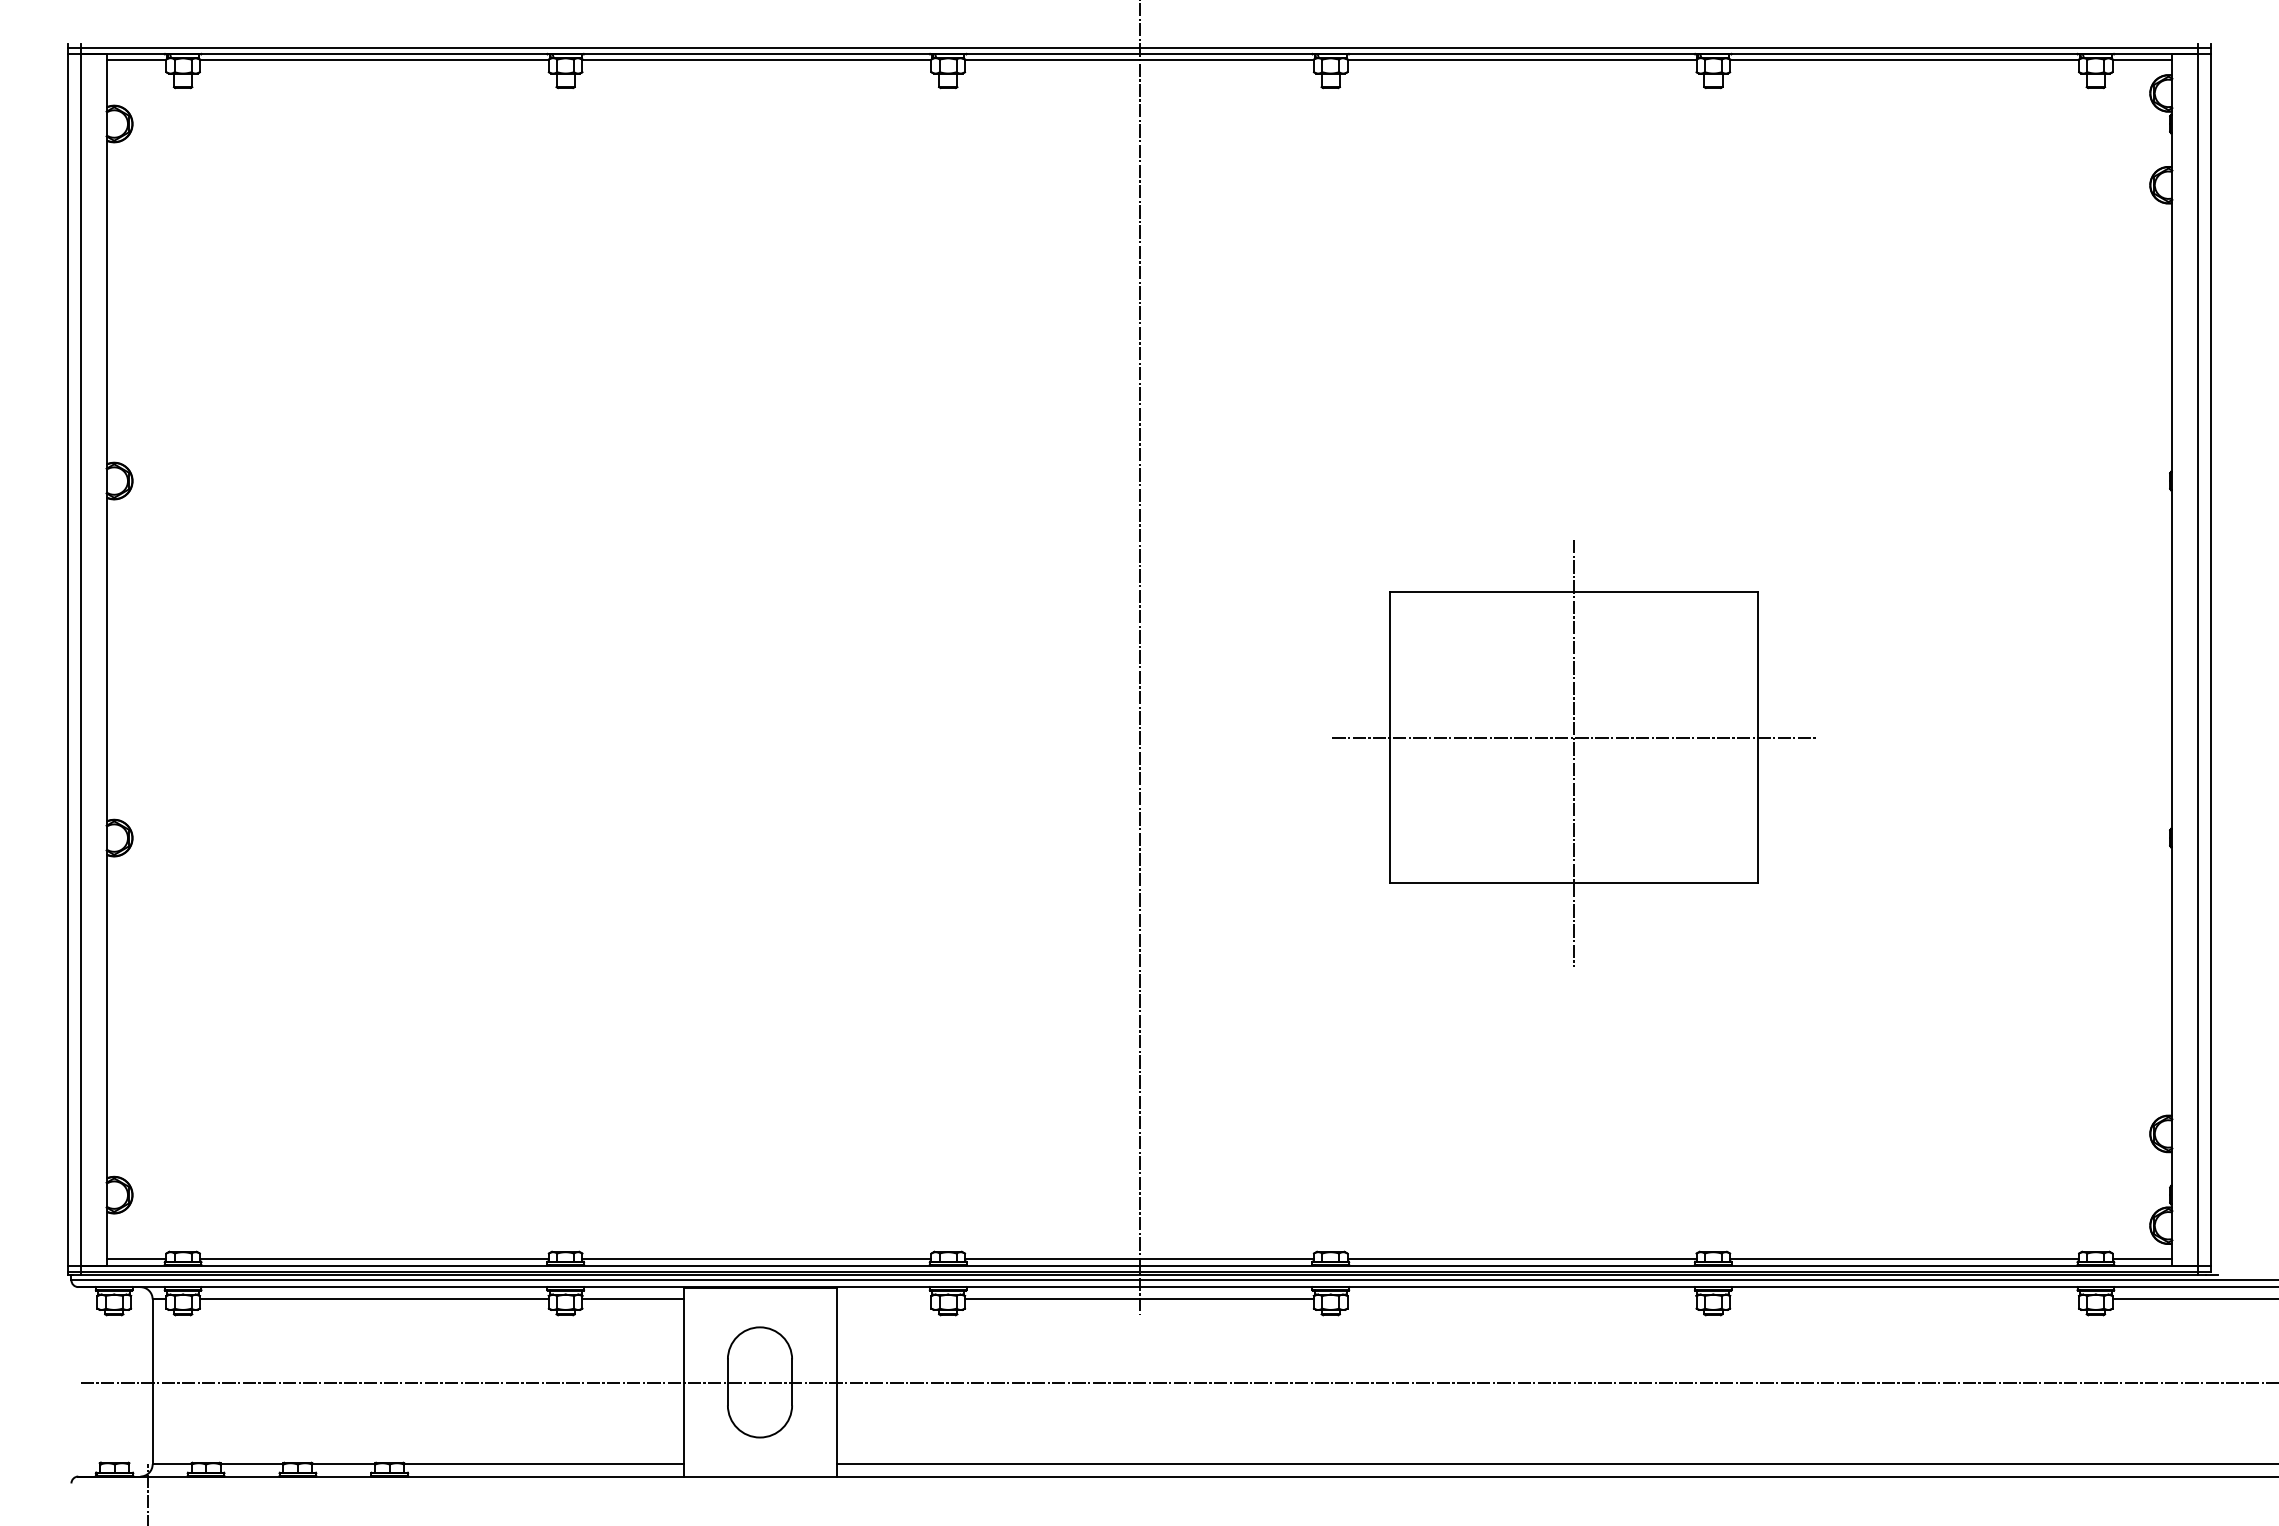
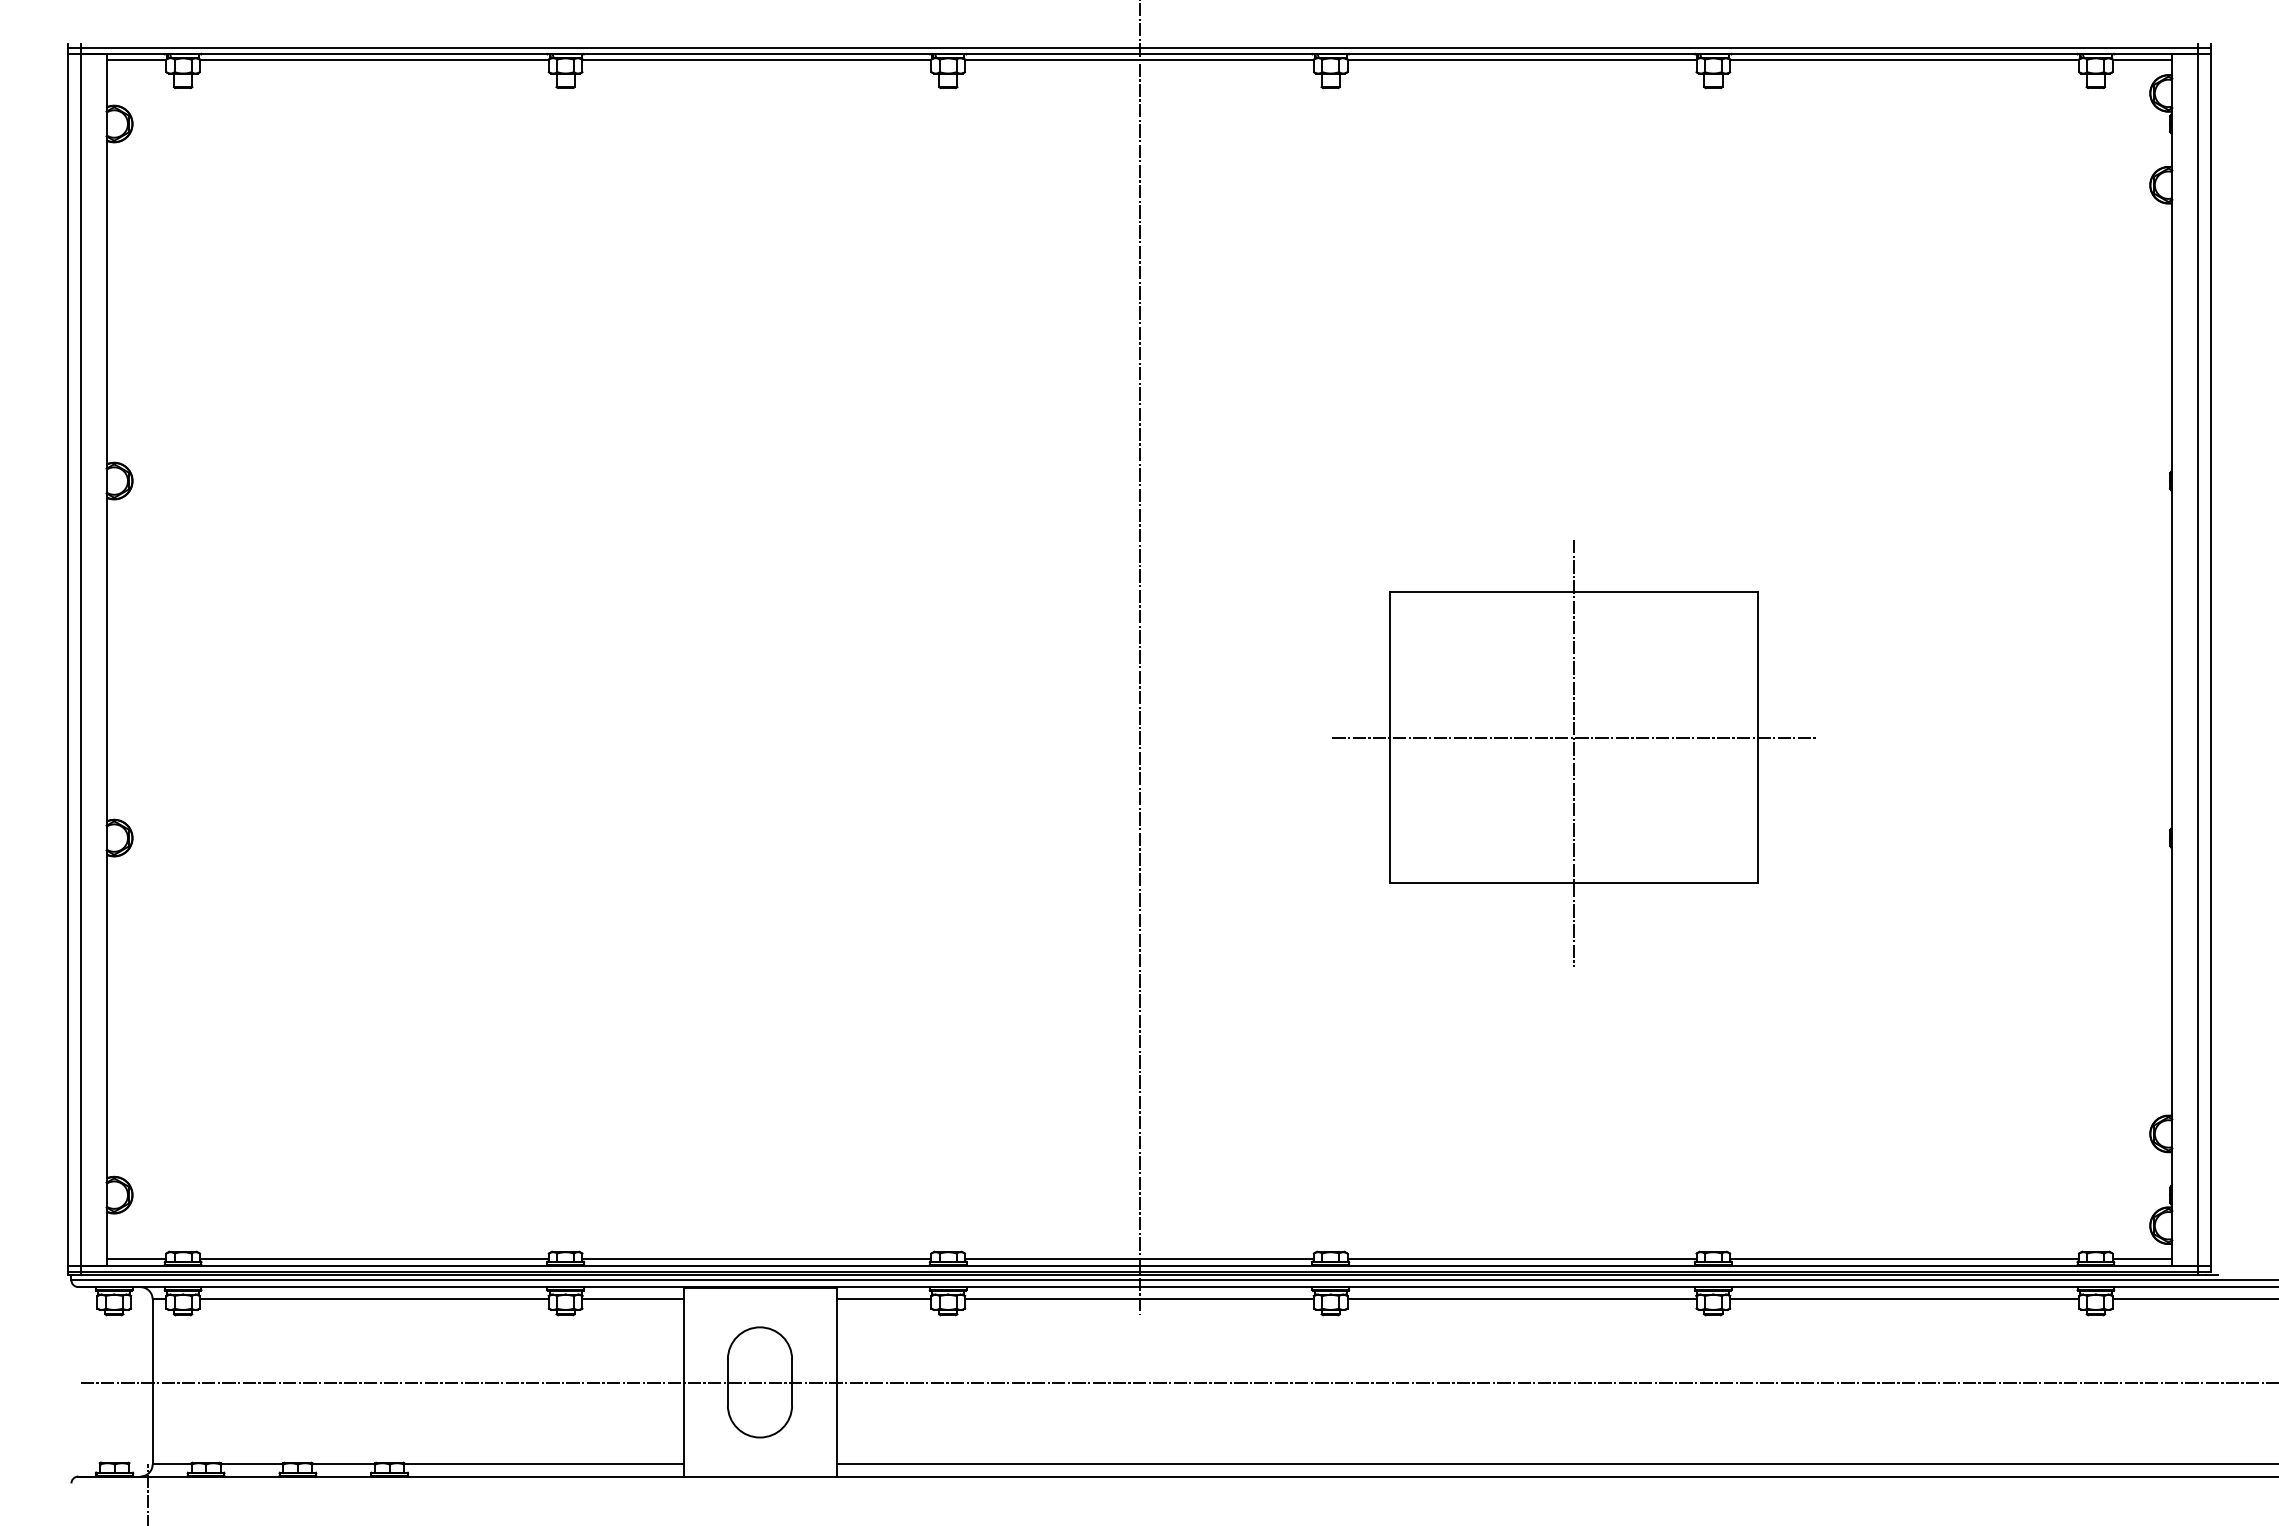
line at (883, 1299): none -> present
line at (1521, 1299): none -> present
line at (1904, 1299): none -> present
